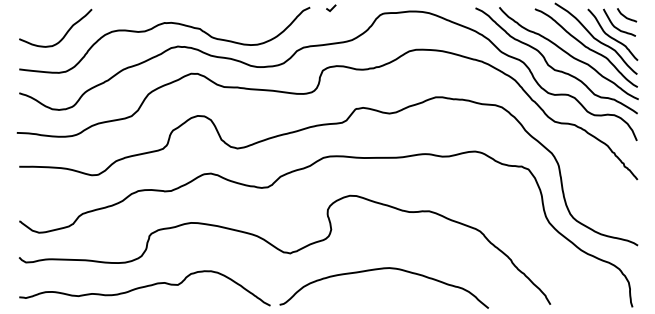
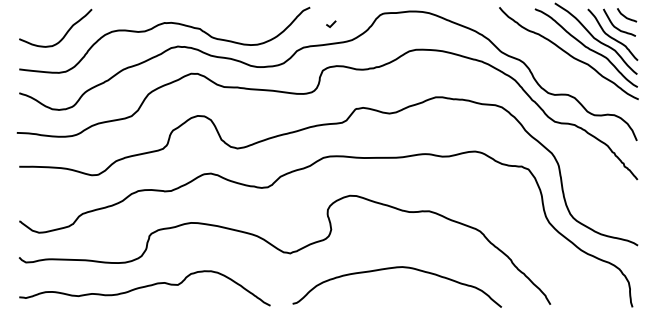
line at (331, 8) position: (331, 8) -> (331, 24)
curve at (553, 67): present -> none
curve at (383, 269) position: (383, 269) -> (396, 268)
